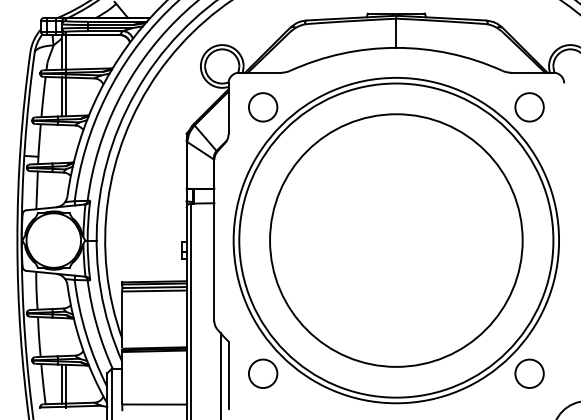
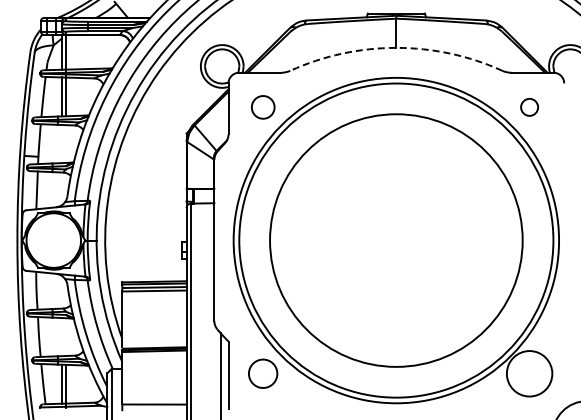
arc at (396, 47): solid -> dashed
circle at (263, 107) size: 31x31 px -> 25x25 px
circle at (529, 107) diameter: 28 px -> 17 px
circle at (529, 373) diameter: 28 px -> 45 px
